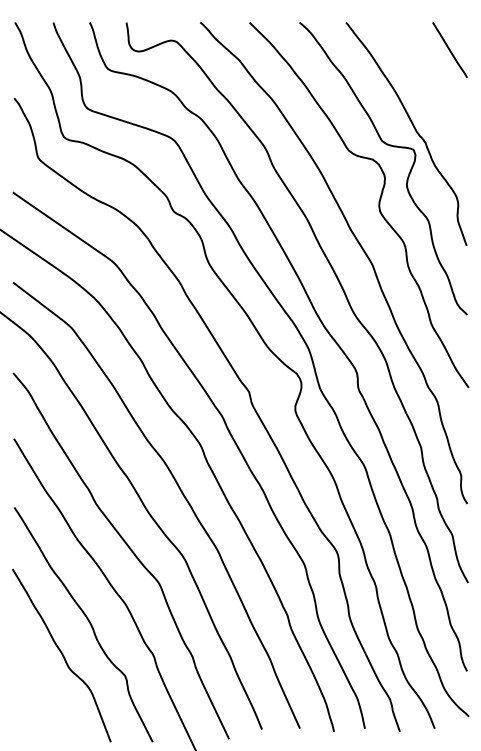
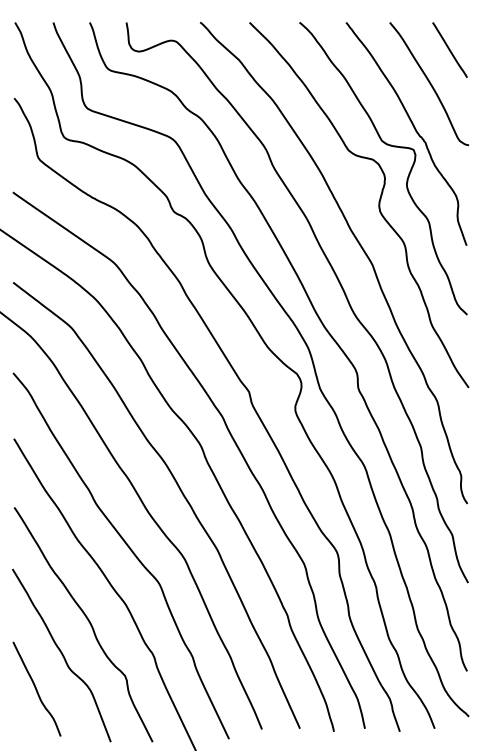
curve at (429, 84): none -> present
curve at (36, 688): none -> present
